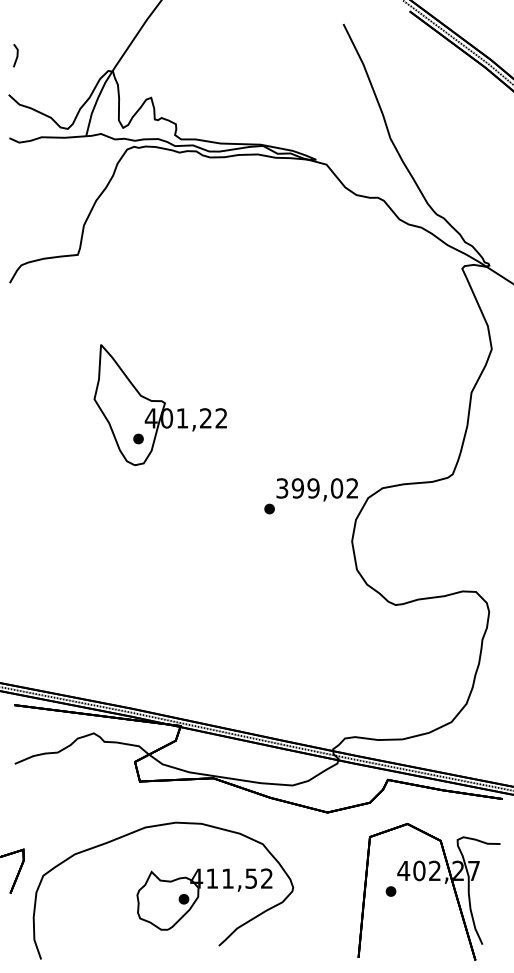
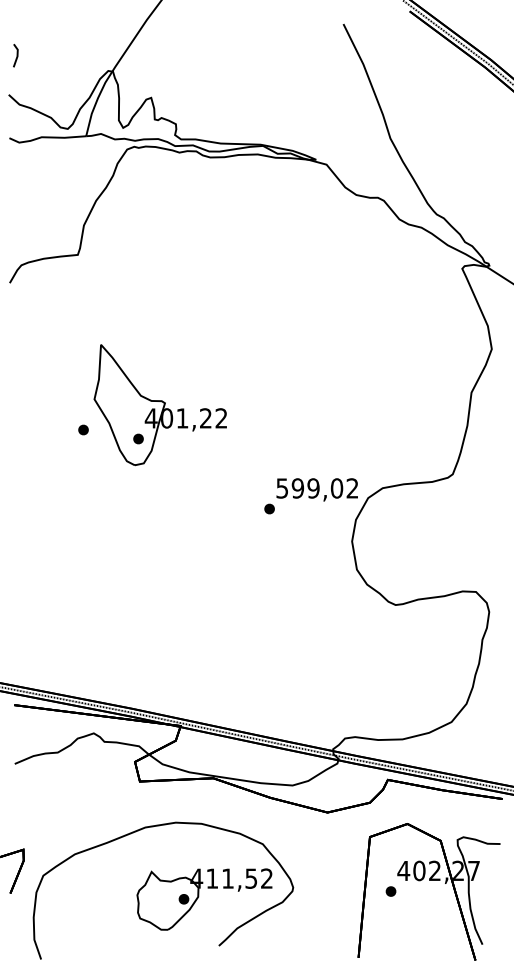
part at (83, 429): none -> present
text at (282, 487): 399,02 -> 599,02
